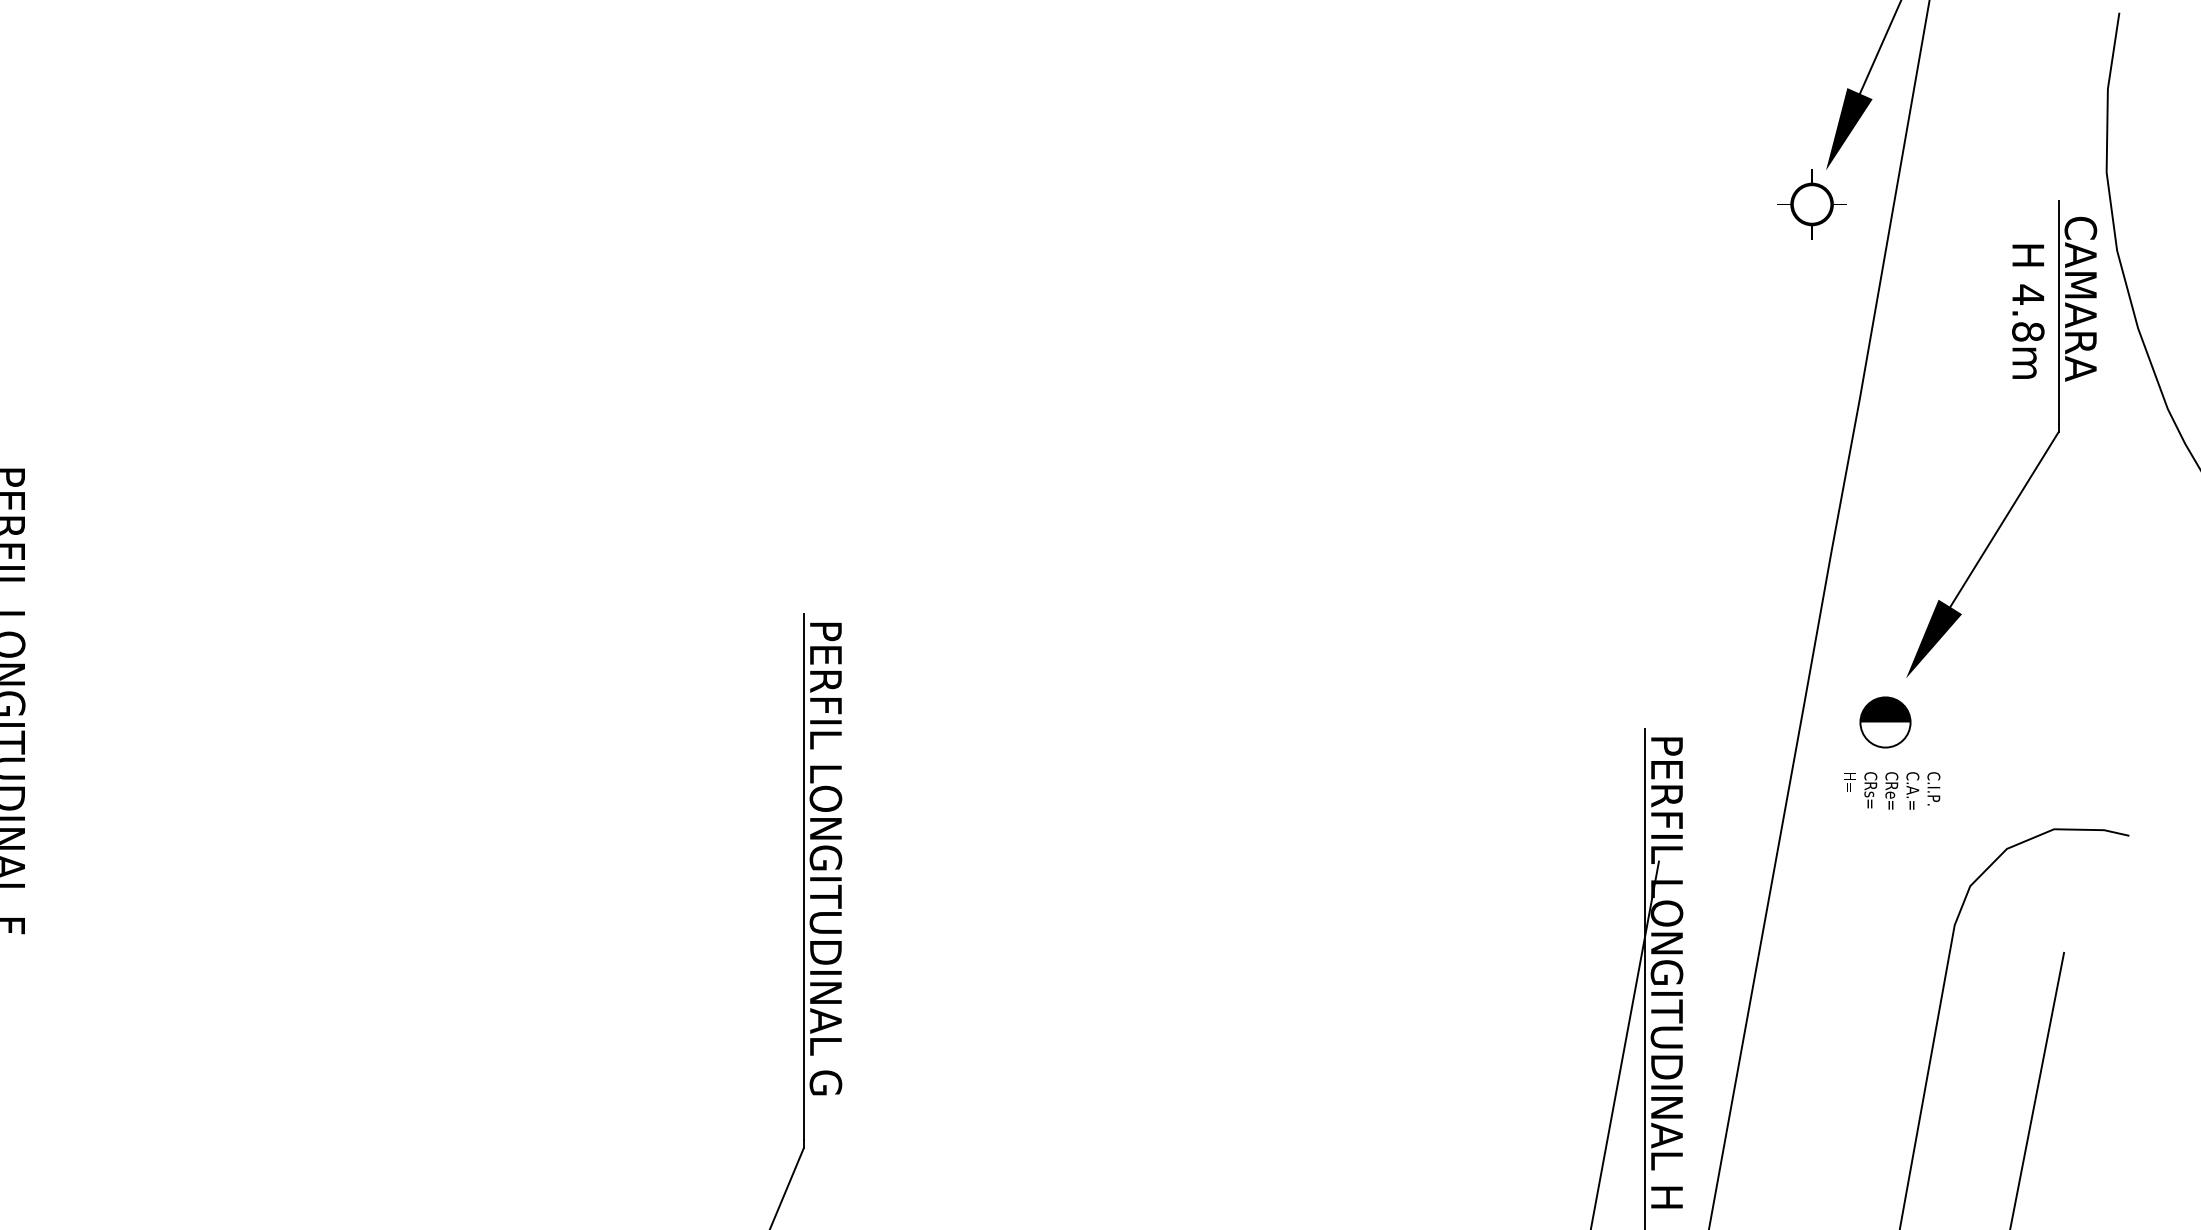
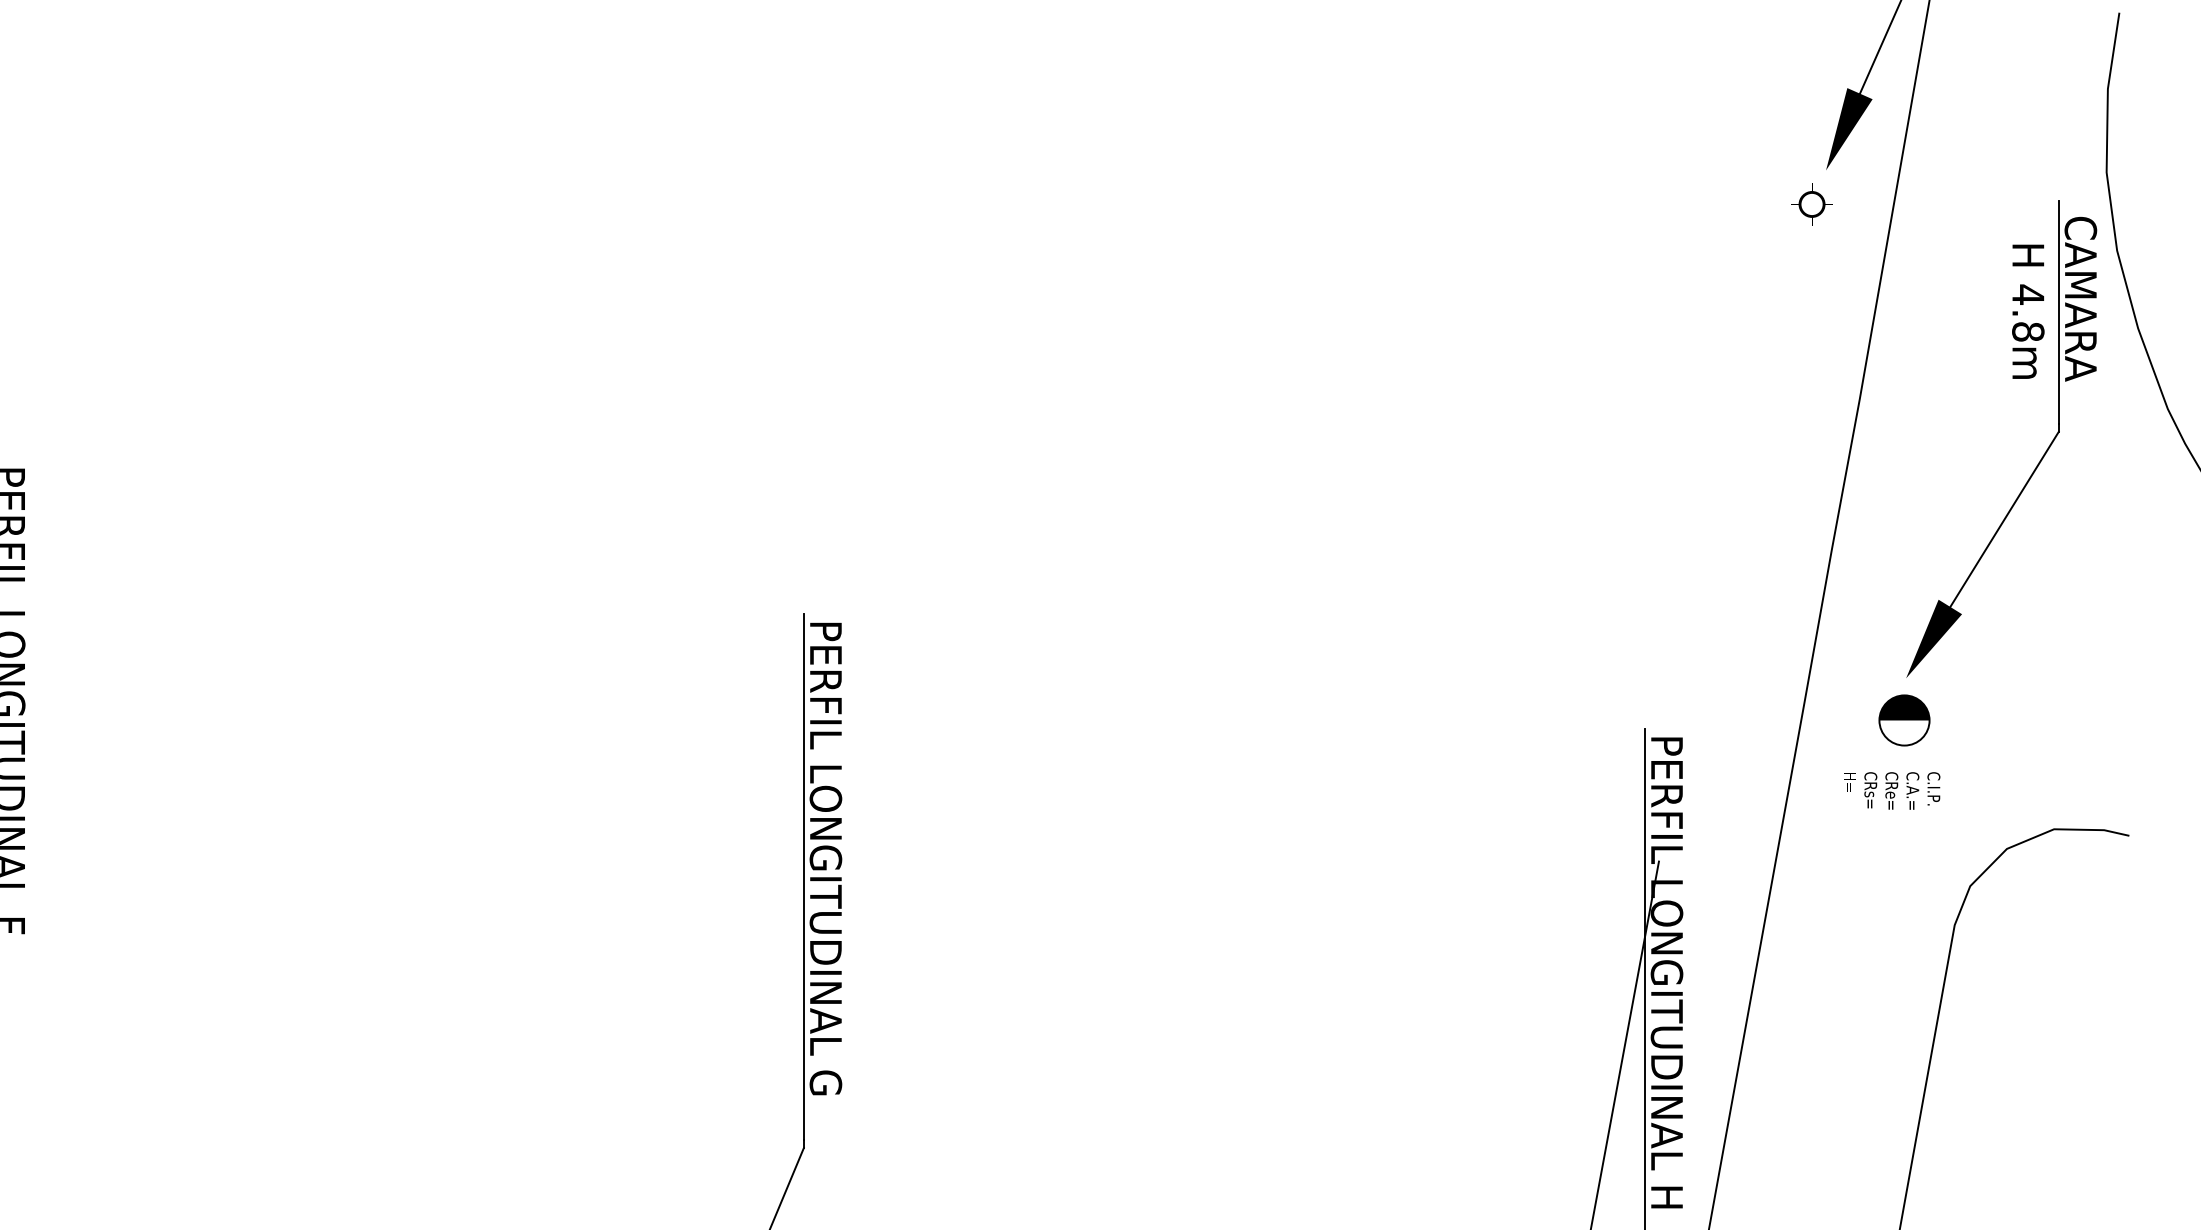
part at (1811, 204) size: 70x71 px -> 42x43 px
part at (1885, 722) position: (1885, 722) -> (1904, 720)
line at (2037, 1089): present -> none
